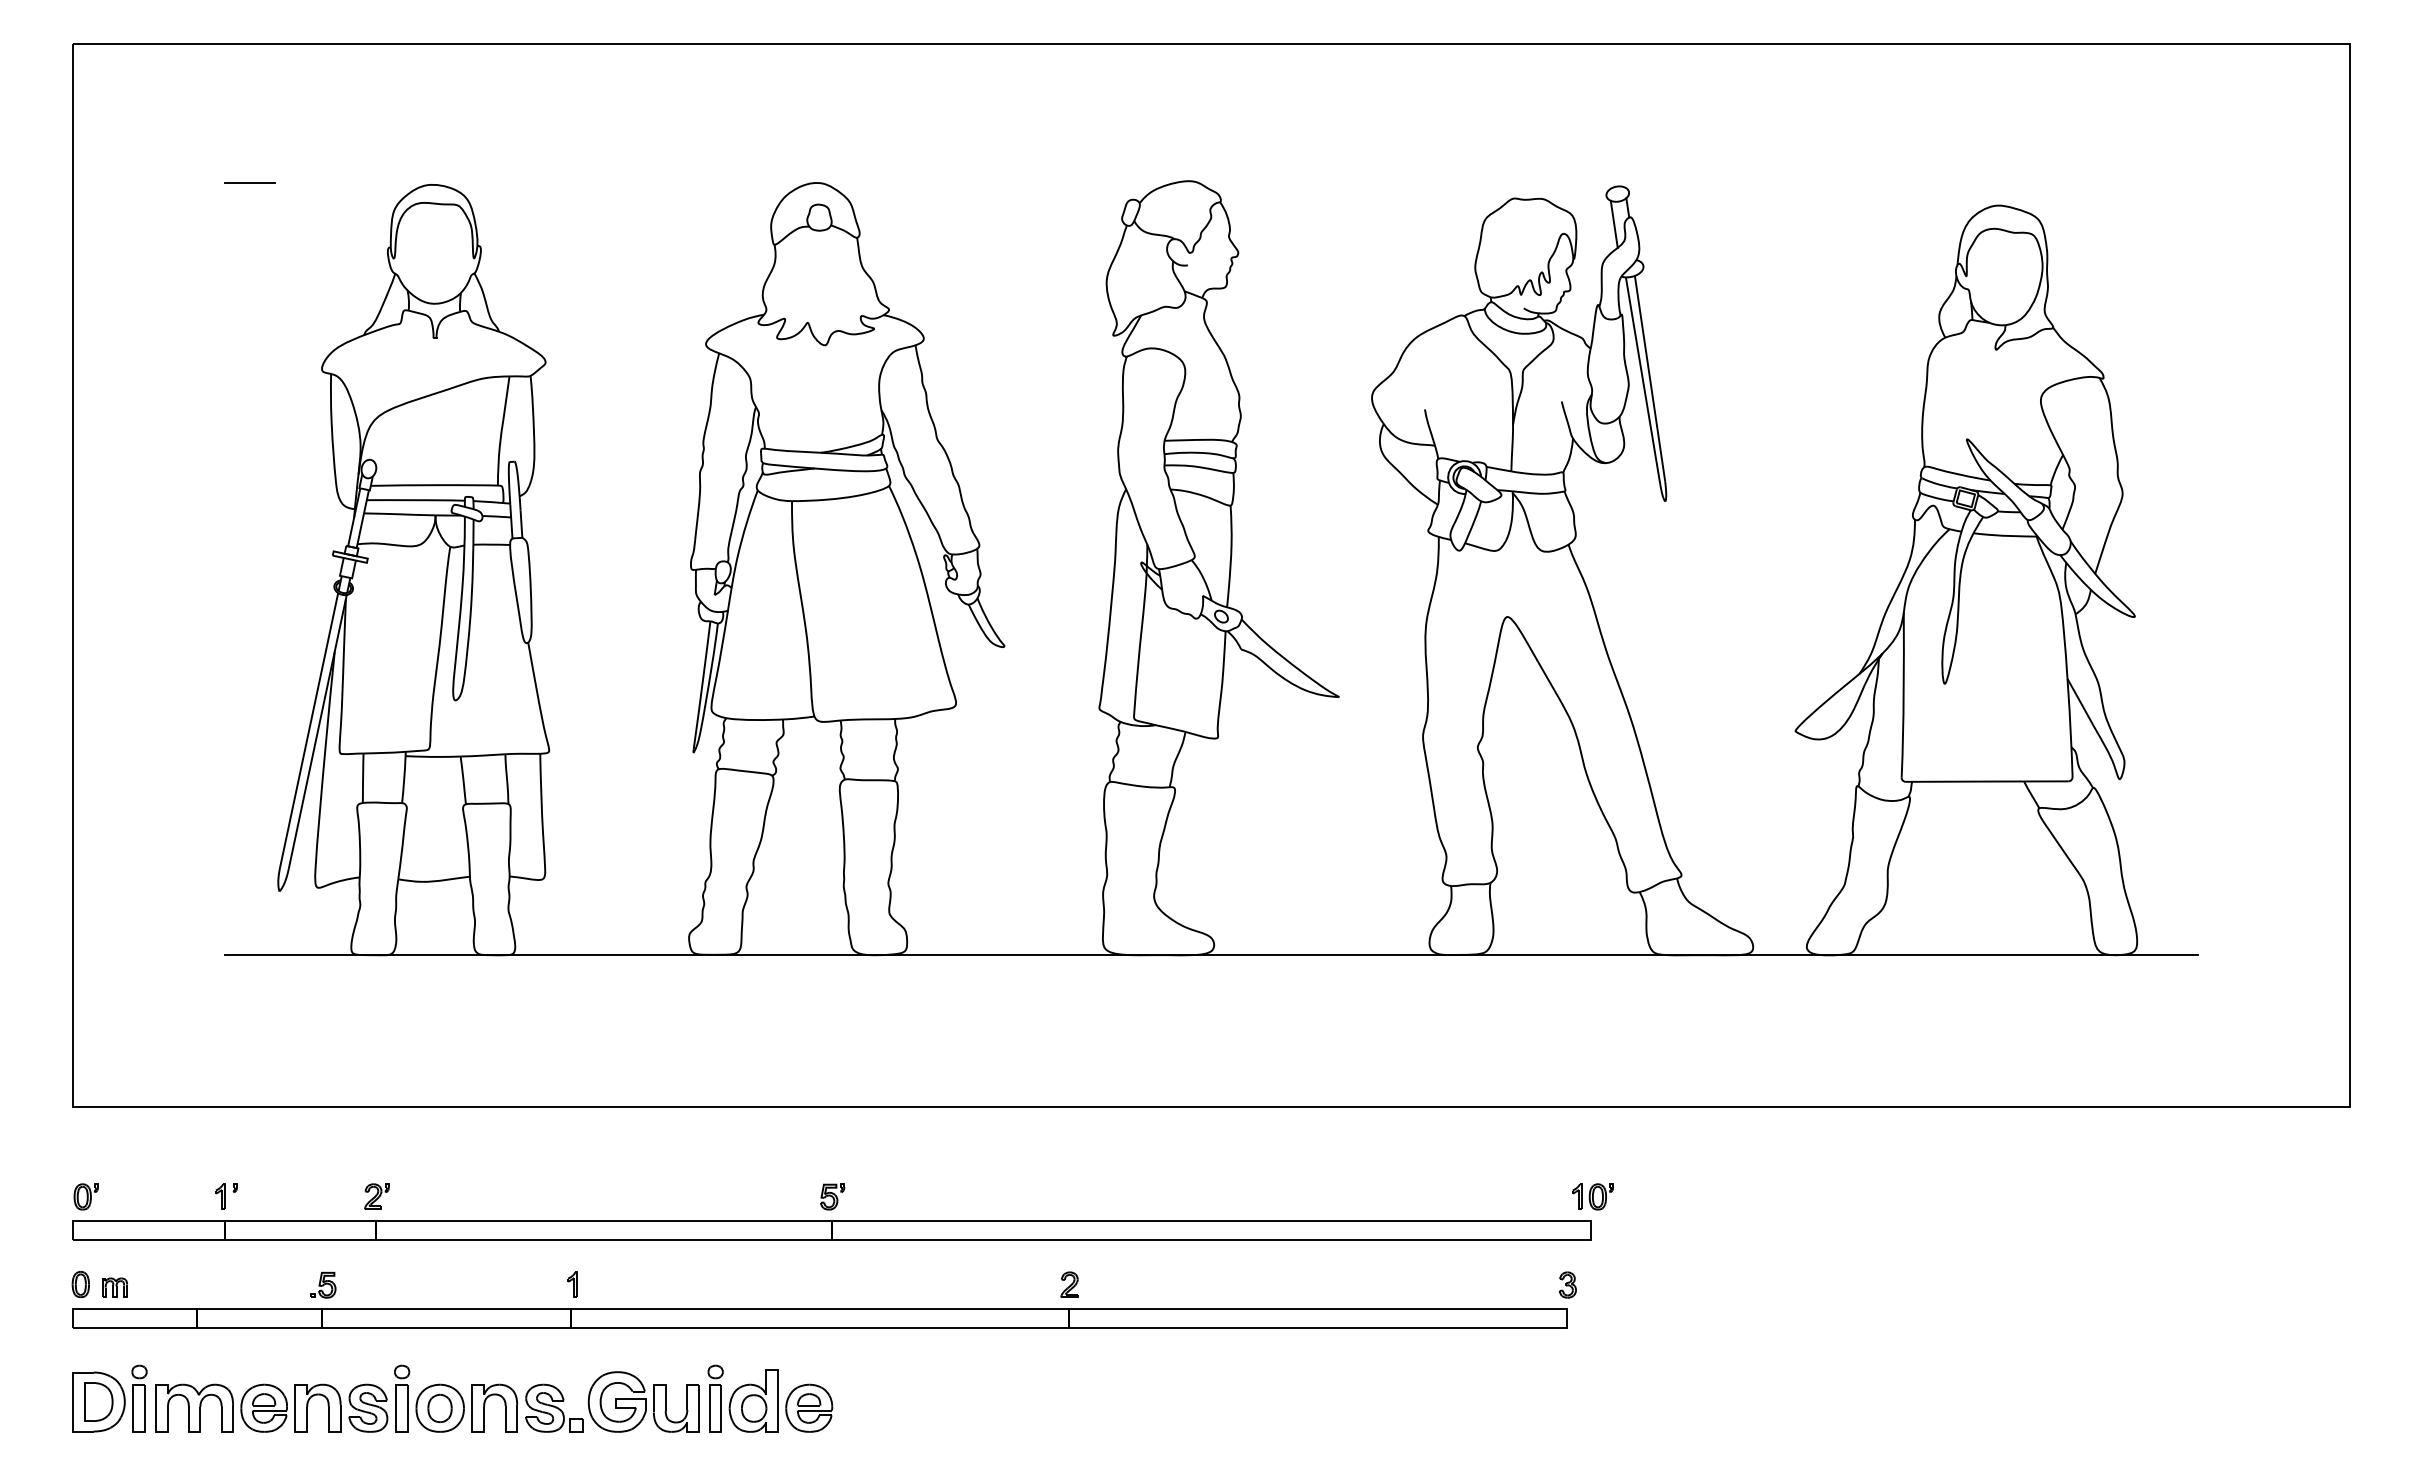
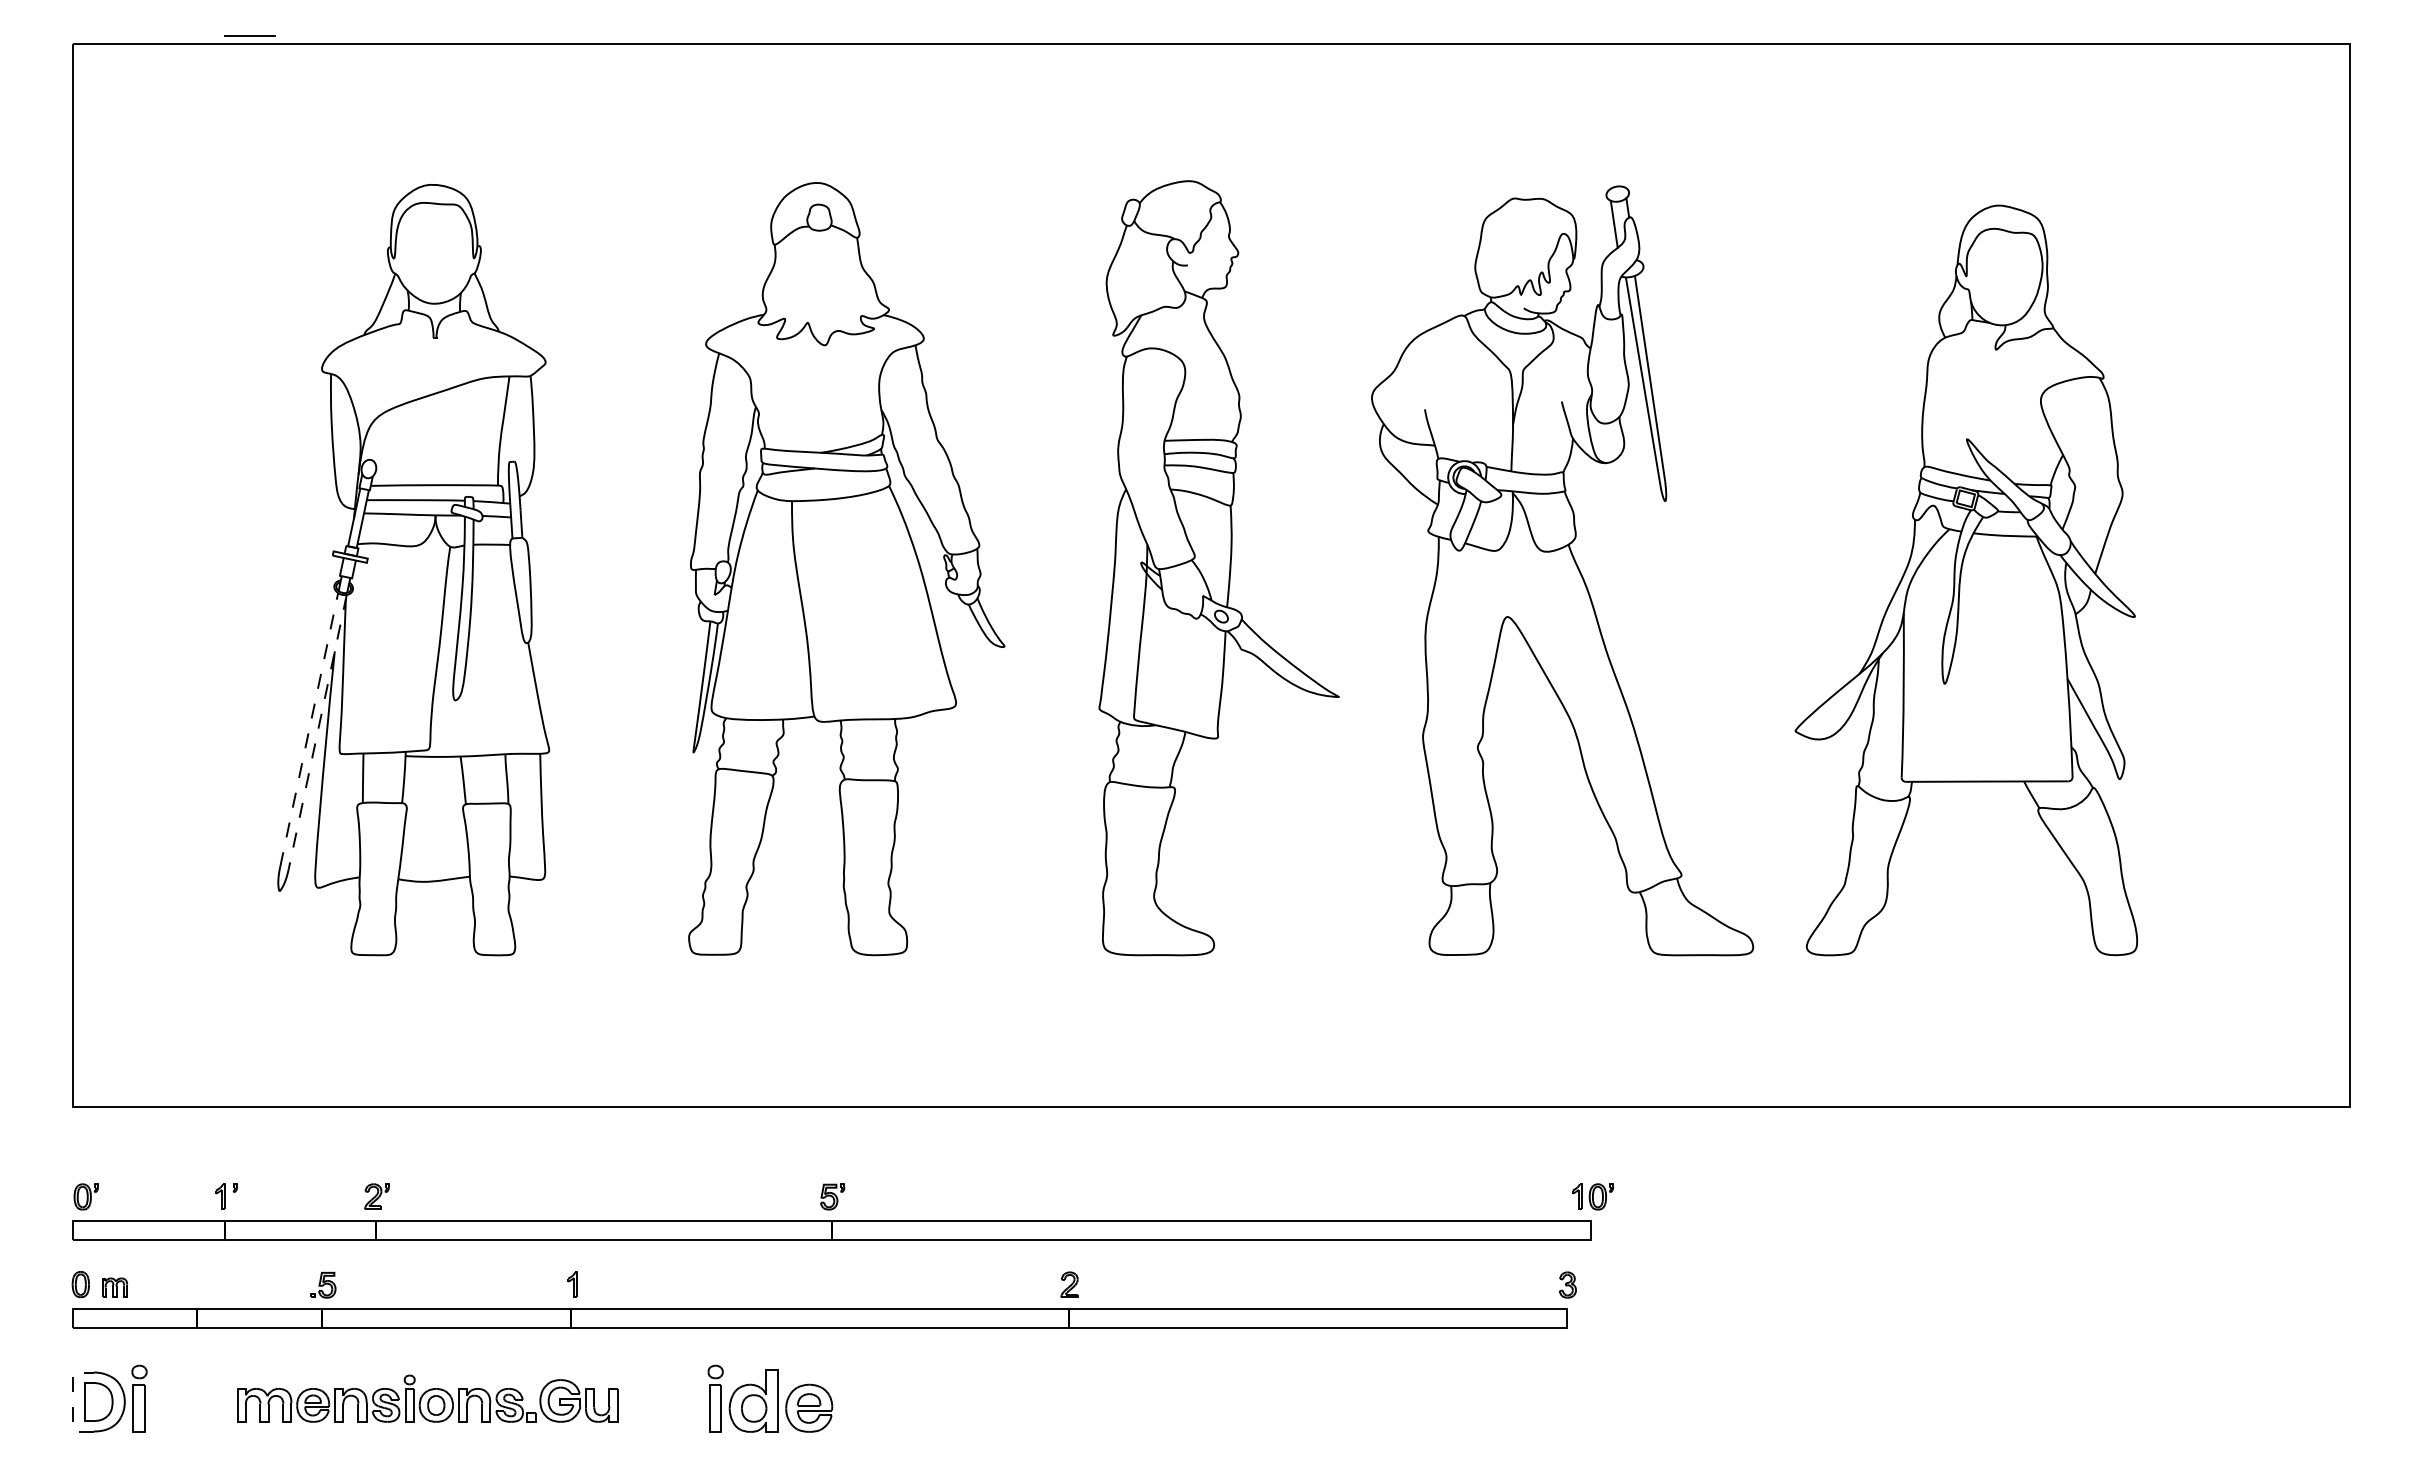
line at (249, 182) position: (249, 182) -> (249, 35)
line at (309, 729): solid -> dashed
line at (317, 732): solid -> dashed
line at (1211, 955): present -> none
part at (427, 1398) size: 545x69 px -> 382x49 px
line at (72, 1401): solid -> dashed
